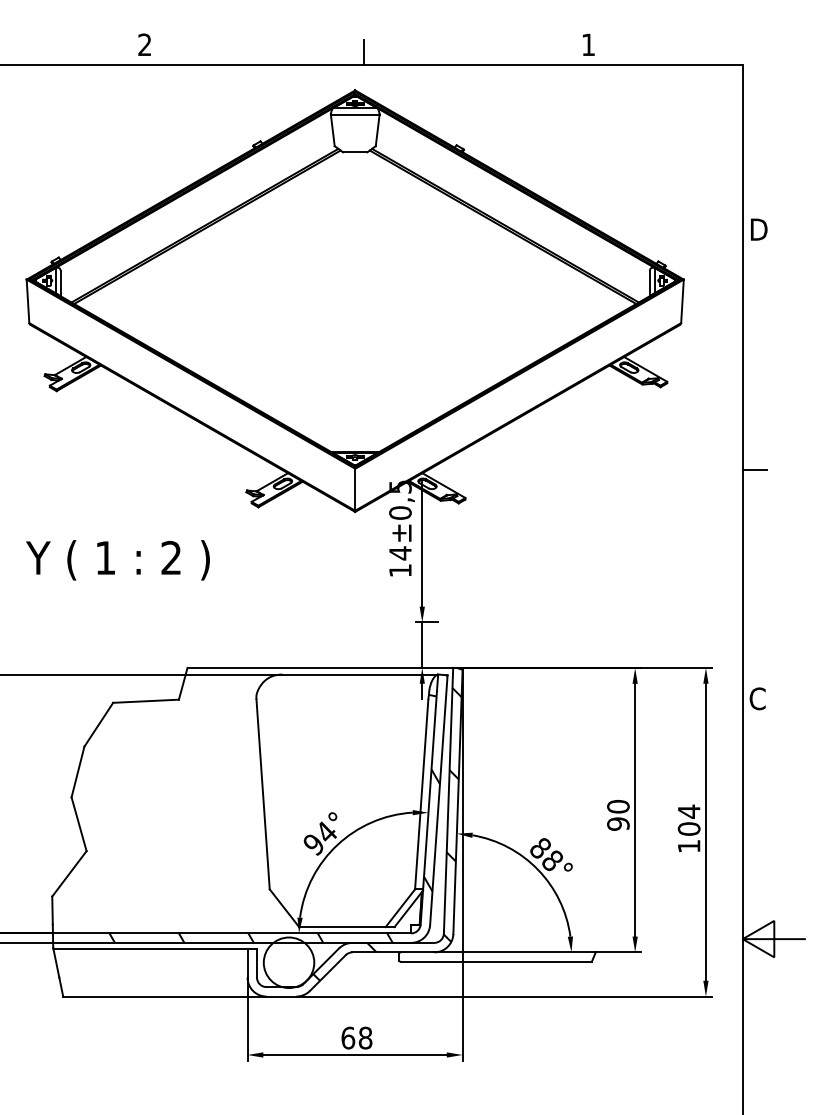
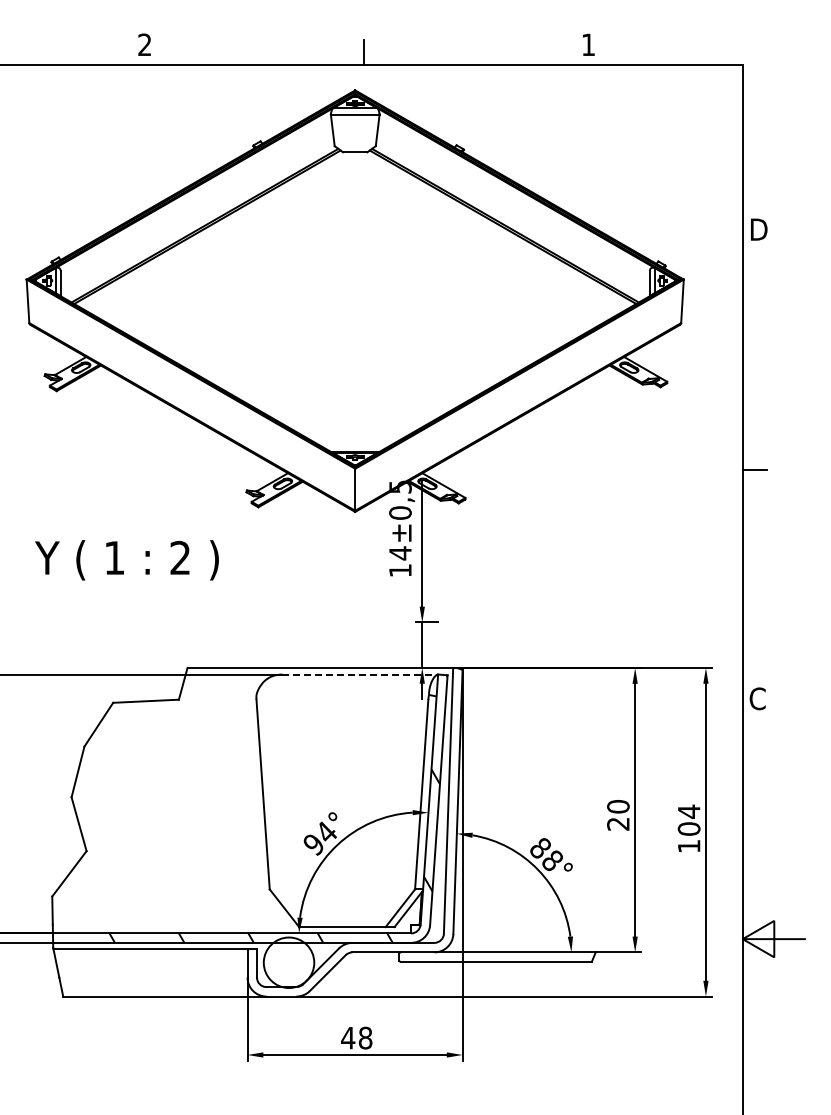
text at (117, 560) position: (117, 560) -> (126, 560)
line at (360, 674): solid -> dashed
text at (618, 823): 90 -> 20
hatch at (387, 834): present -> none
text at (348, 1037): 68 -> 48
